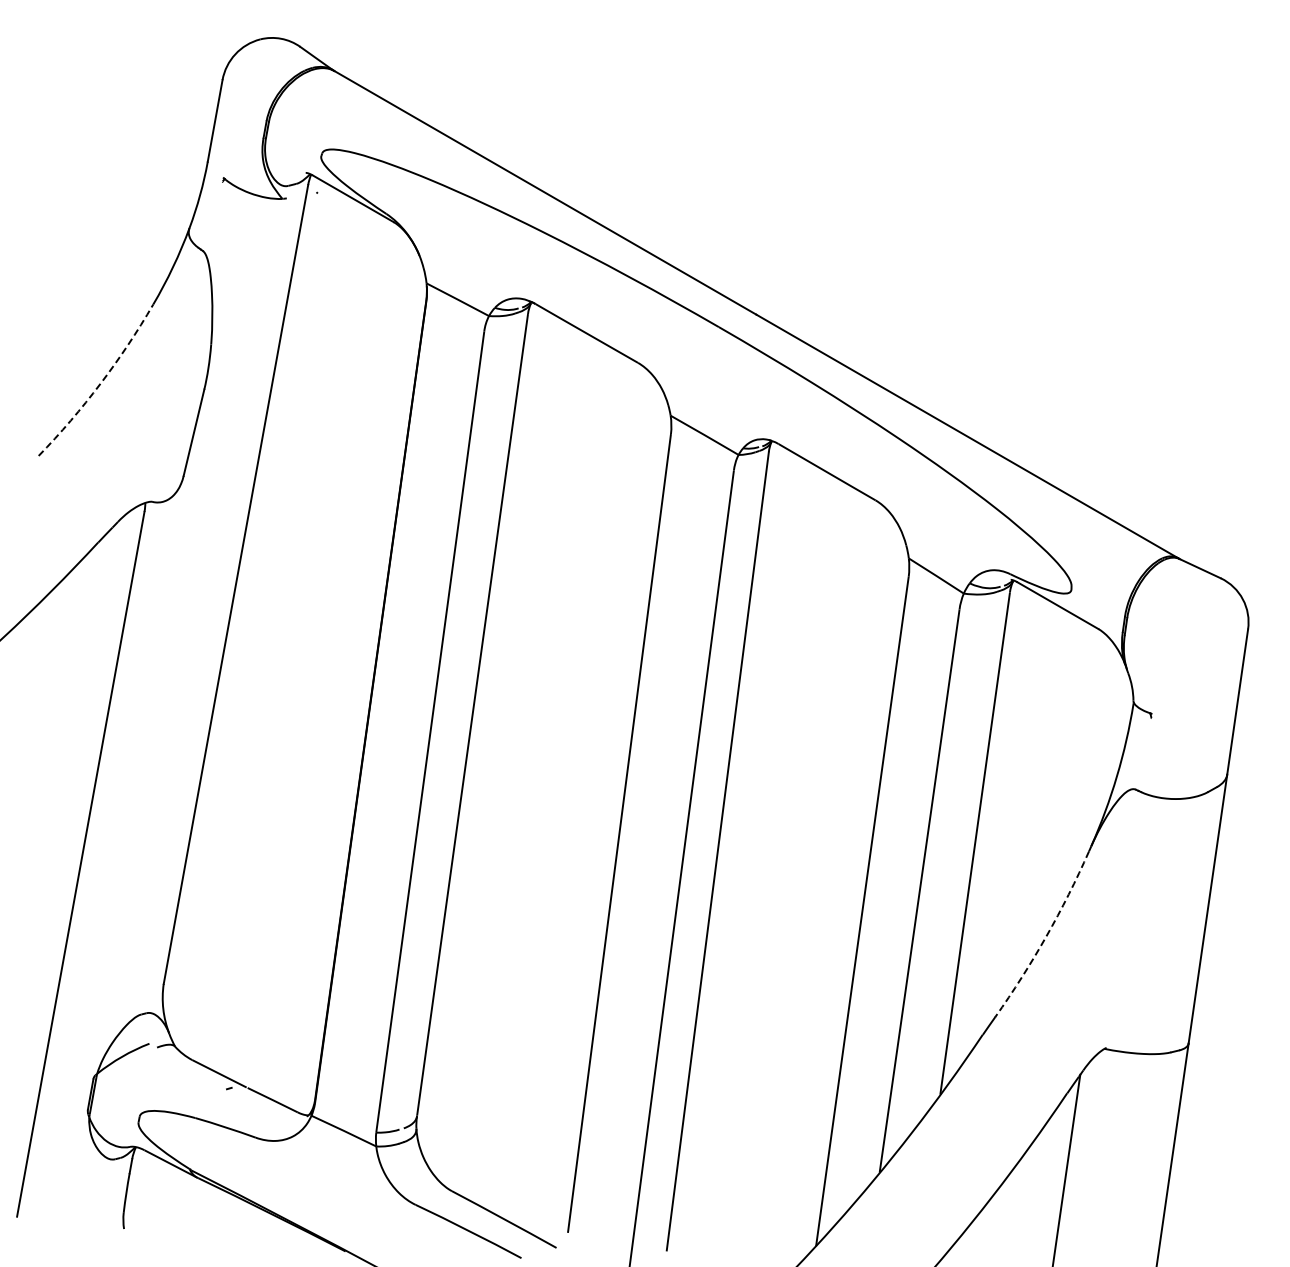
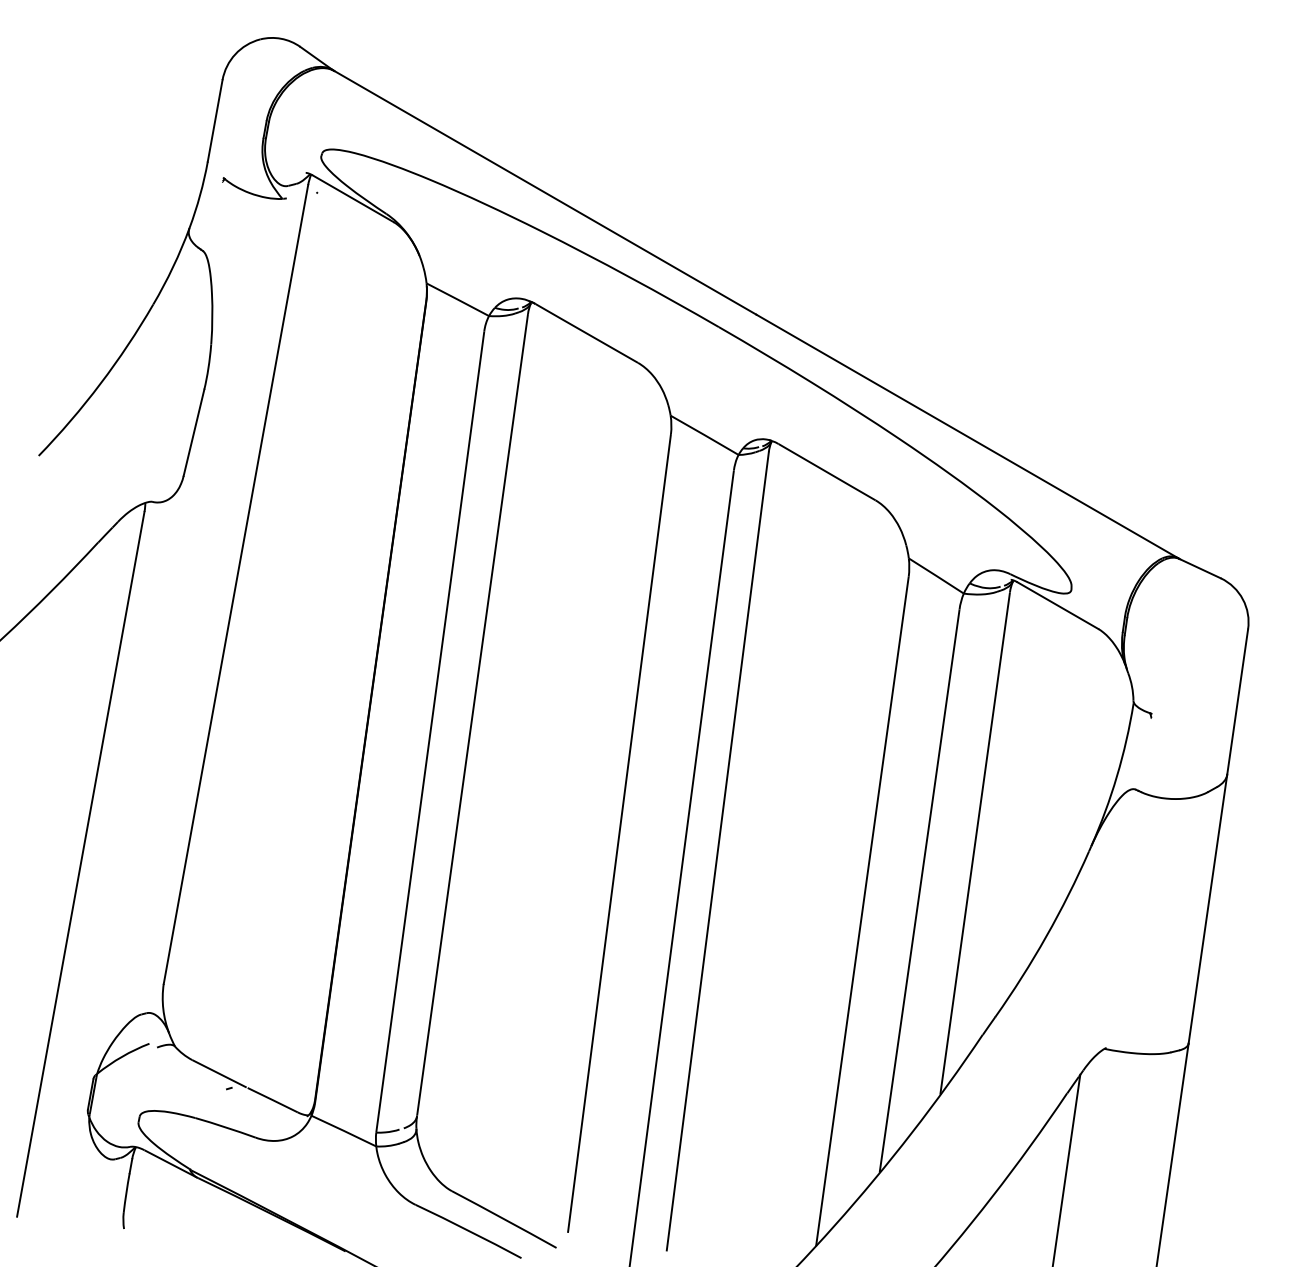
arc at (100, 383): dashed -> solid
arc at (1046, 936): dashed -> solid
